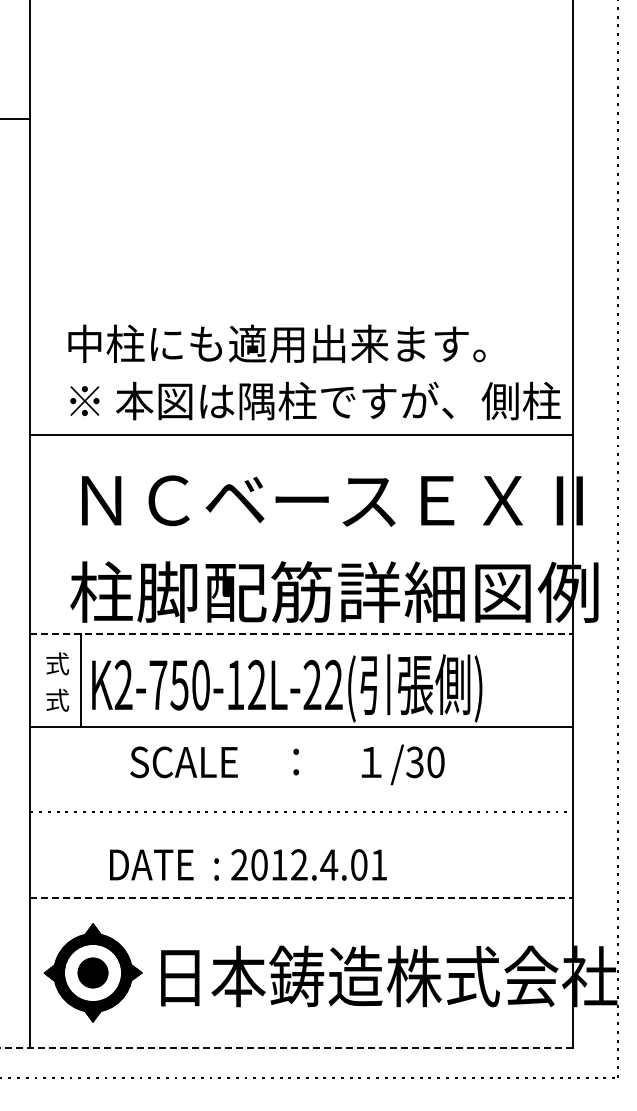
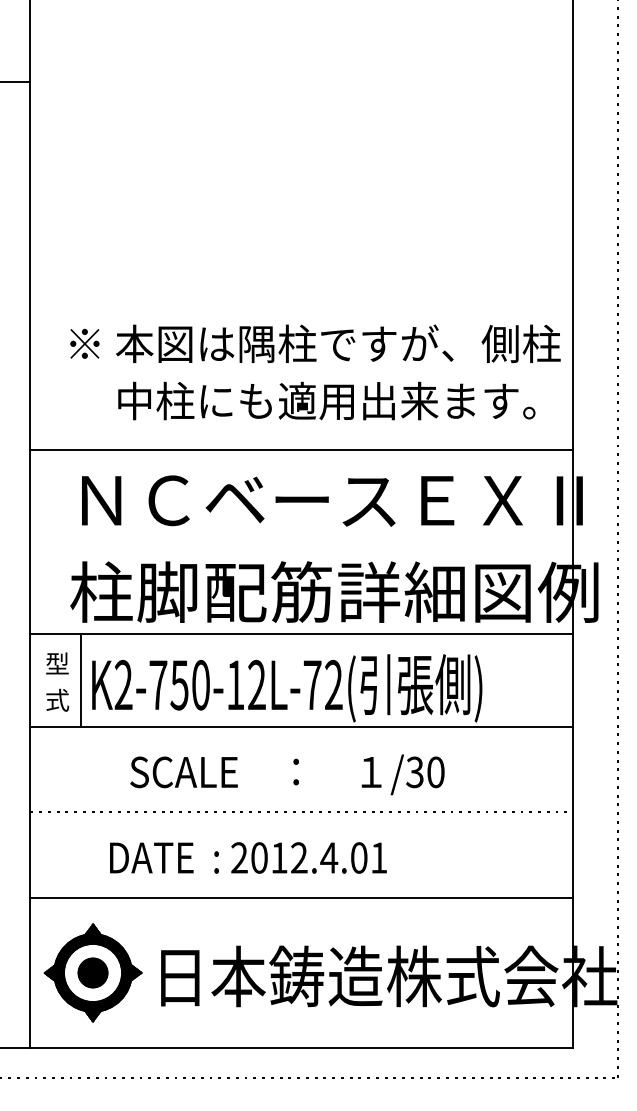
line at (16, 119) position: (16, 119) -> (16, 82)
text at (314, 343): 中柱にも適用出来ます。 -> ※ 本図は隅柱ですが、側柱
text at (315, 400): ※ 本図は隅柱ですが、側柱 -> 中柱にも適用出来ます。
line at (301, 435) position: (301, 435) -> (301, 450)
line at (302, 634): dashed -> solid
text at (57, 663): 式 -> 型
text at (312, 684): K2-750-12L-22( -> K2-750-12L-72(
text at (287, 764) position: (287, 764) -> (287, 774)
text at (248, 864) position: (248, 864) -> (248, 857)
line at (302, 897): dashed -> solid
line at (286, 1048): dashed -> solid
